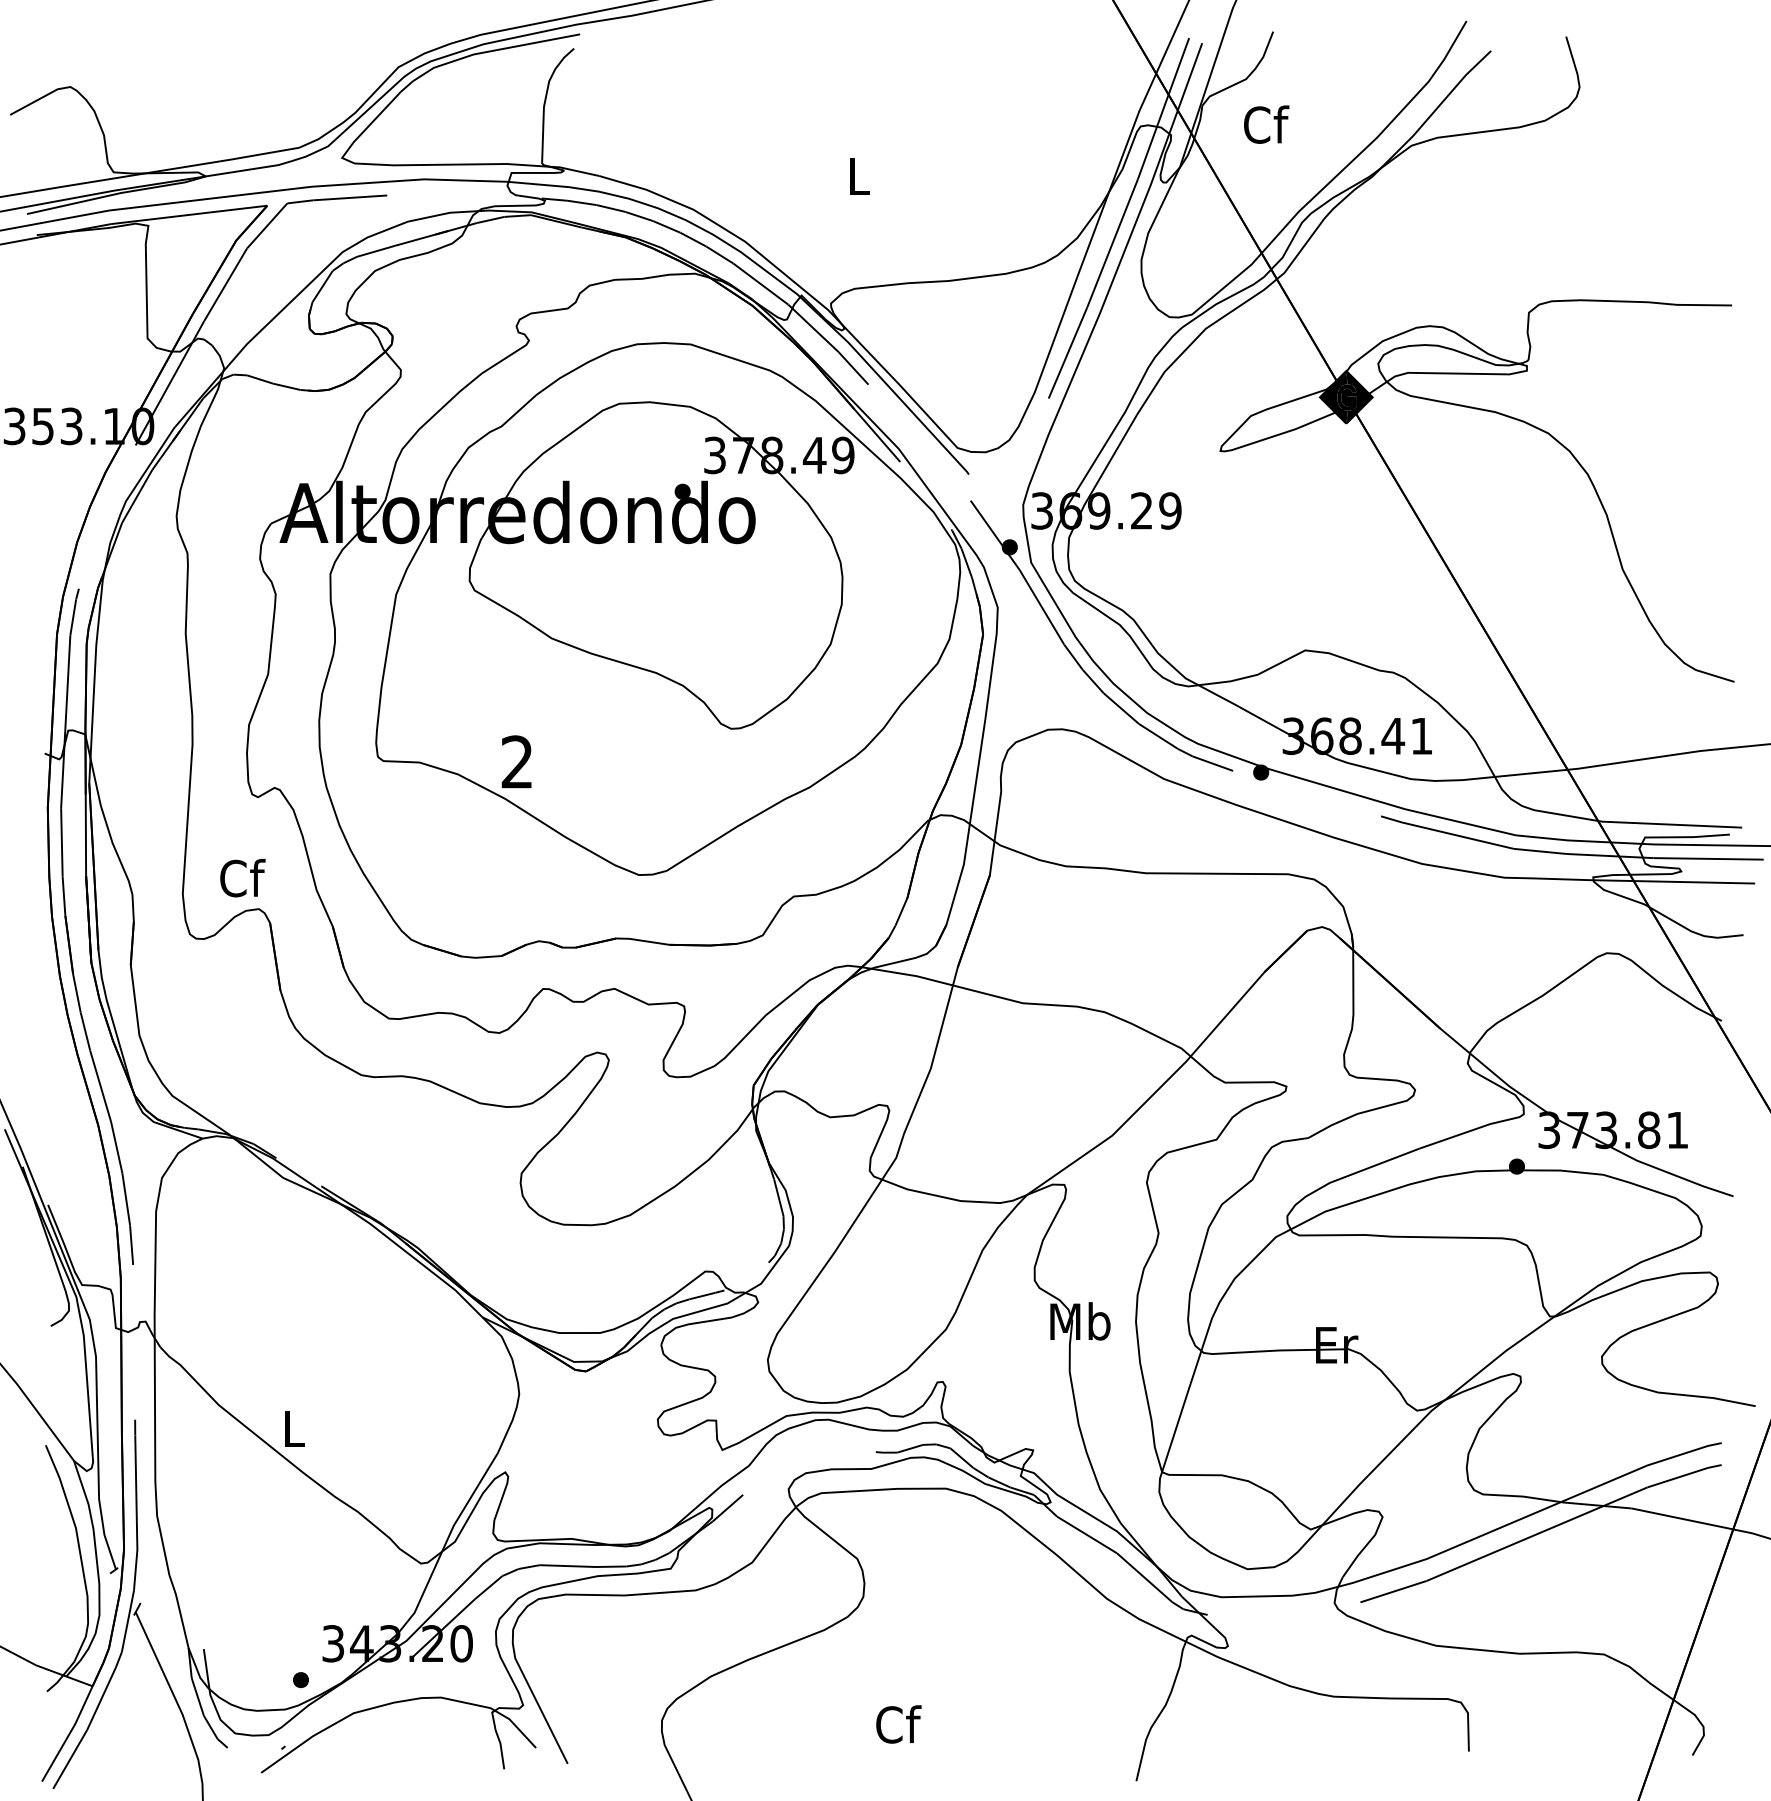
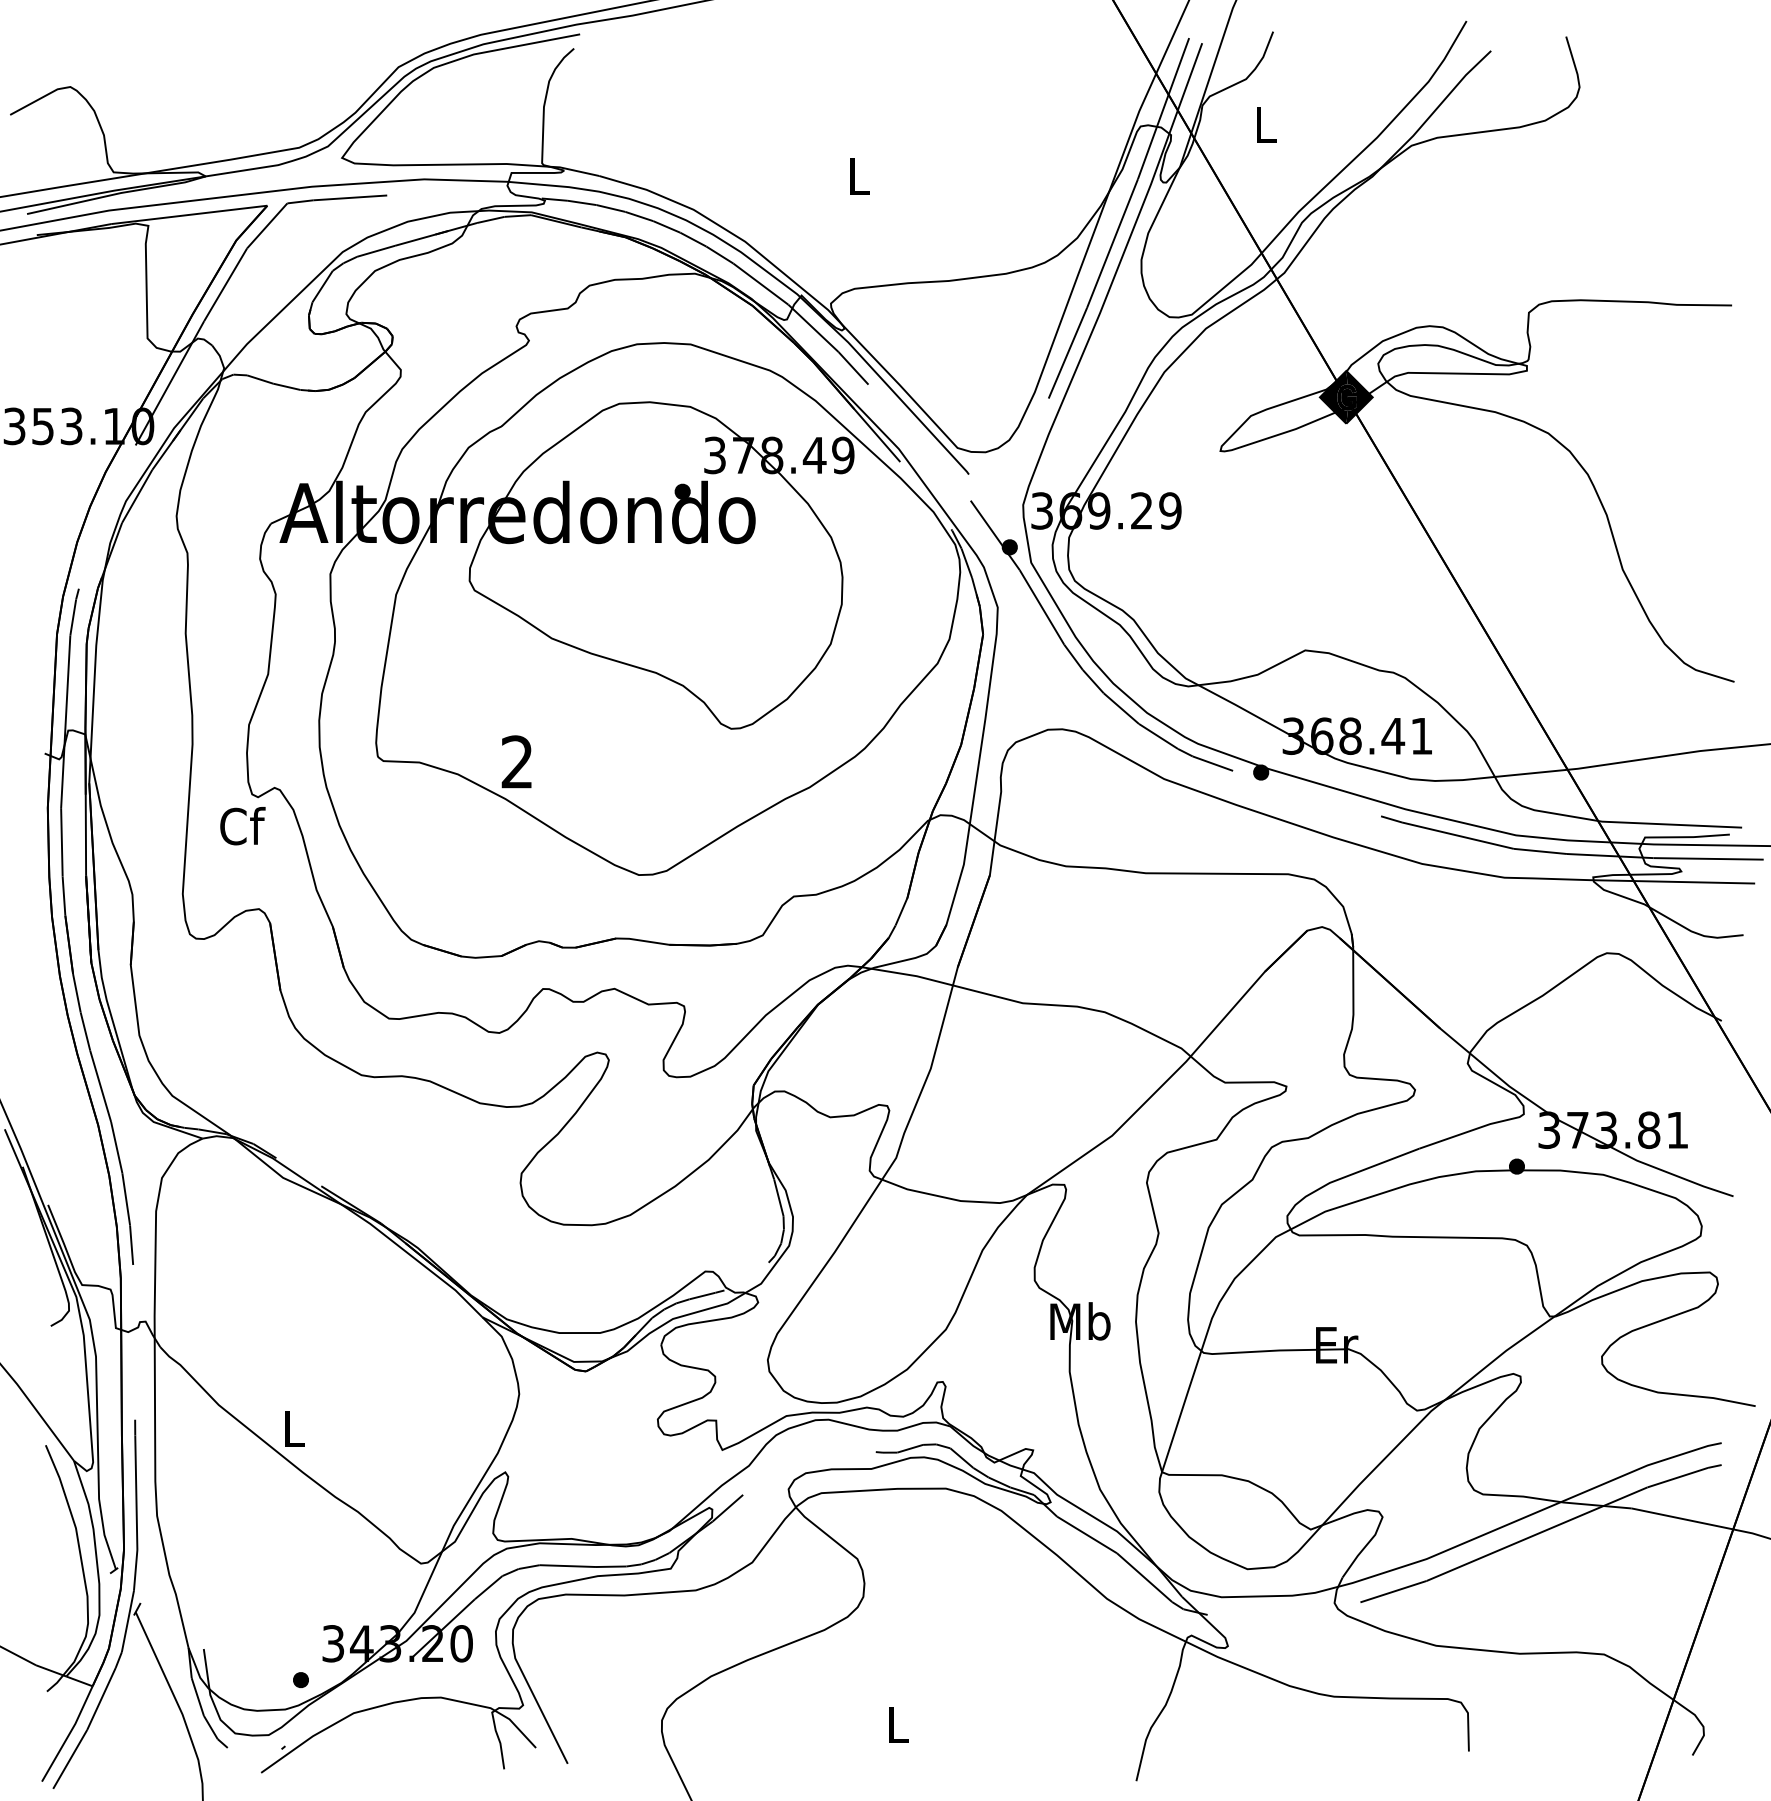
text at (1266, 124): Cf -> L
text at (242, 878) position: (242, 878) -> (242, 826)
text at (898, 1724): Cf -> L
